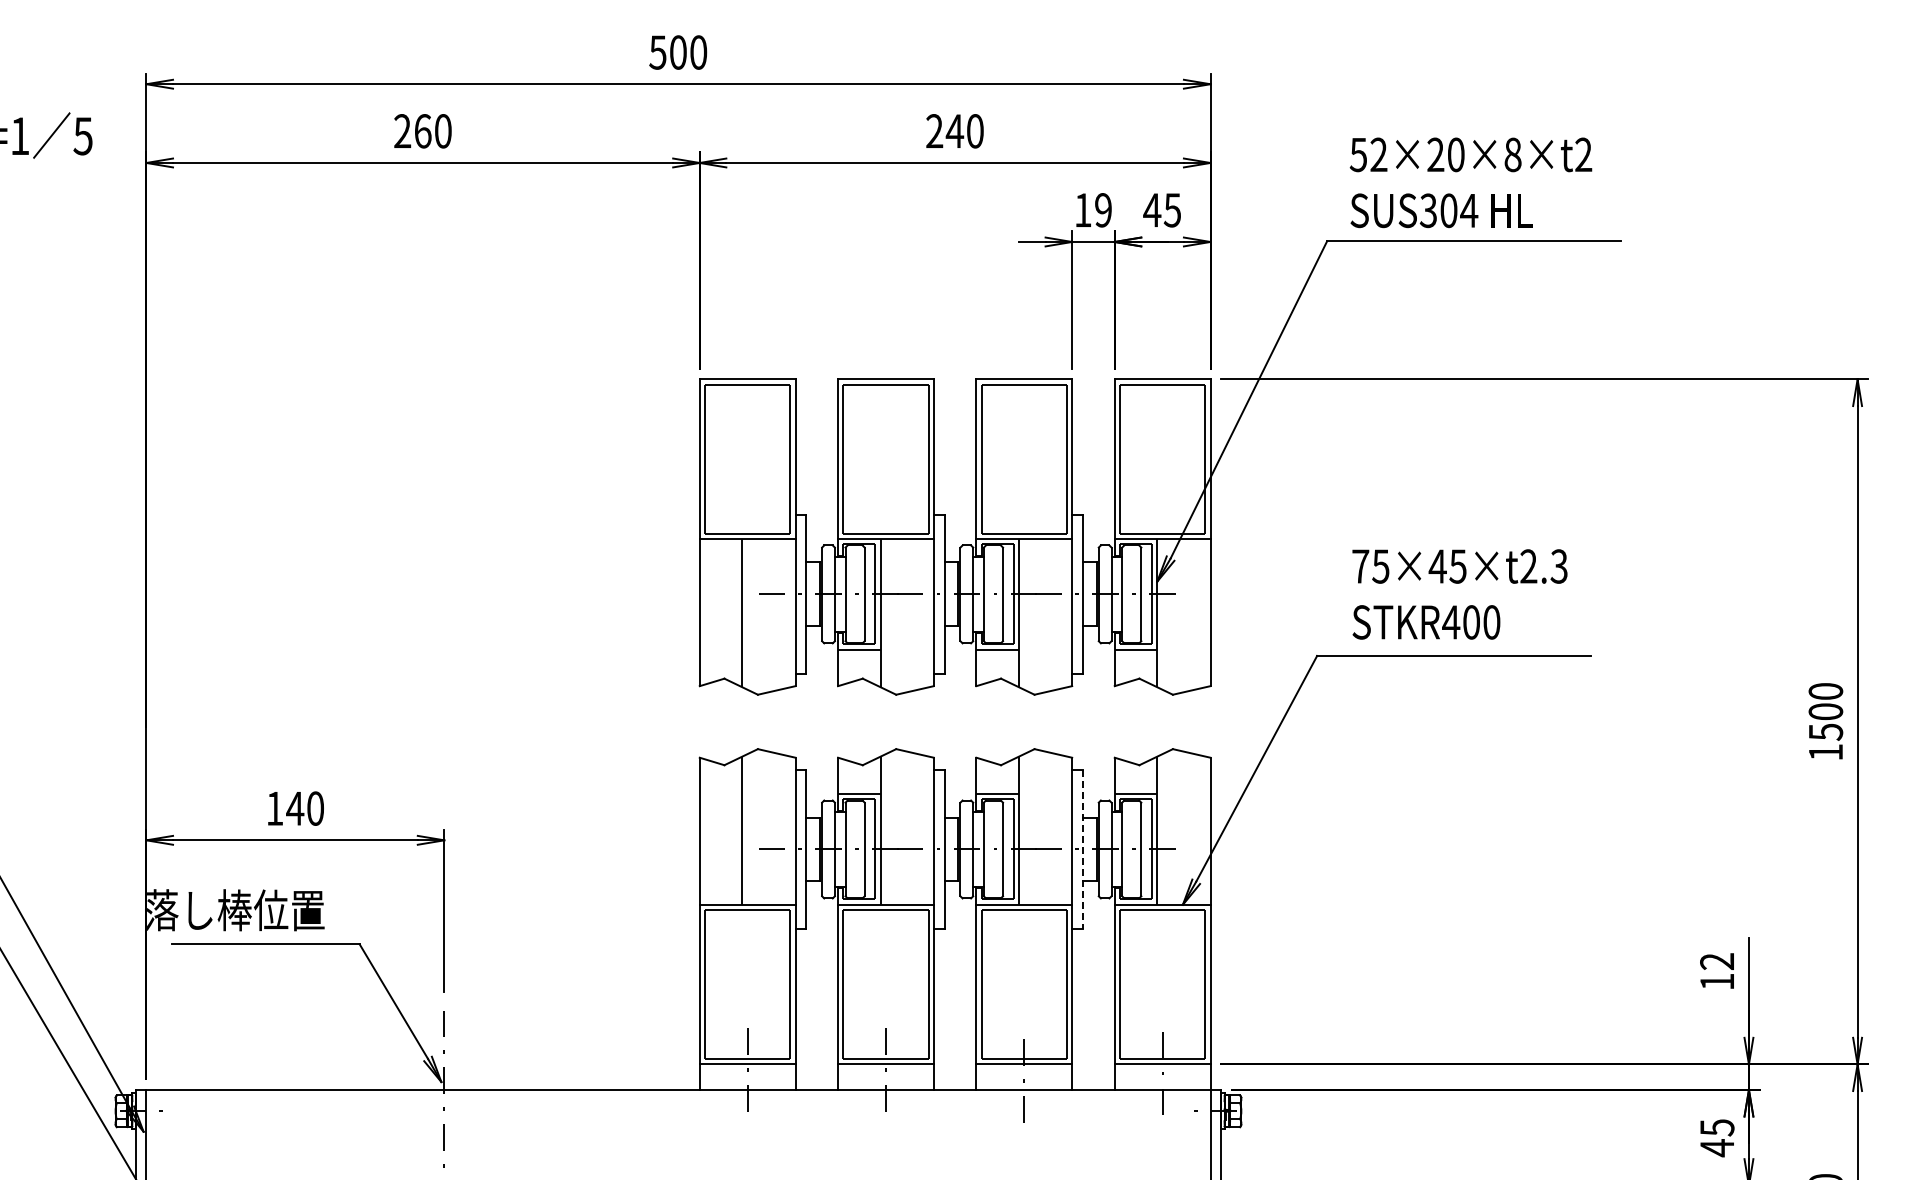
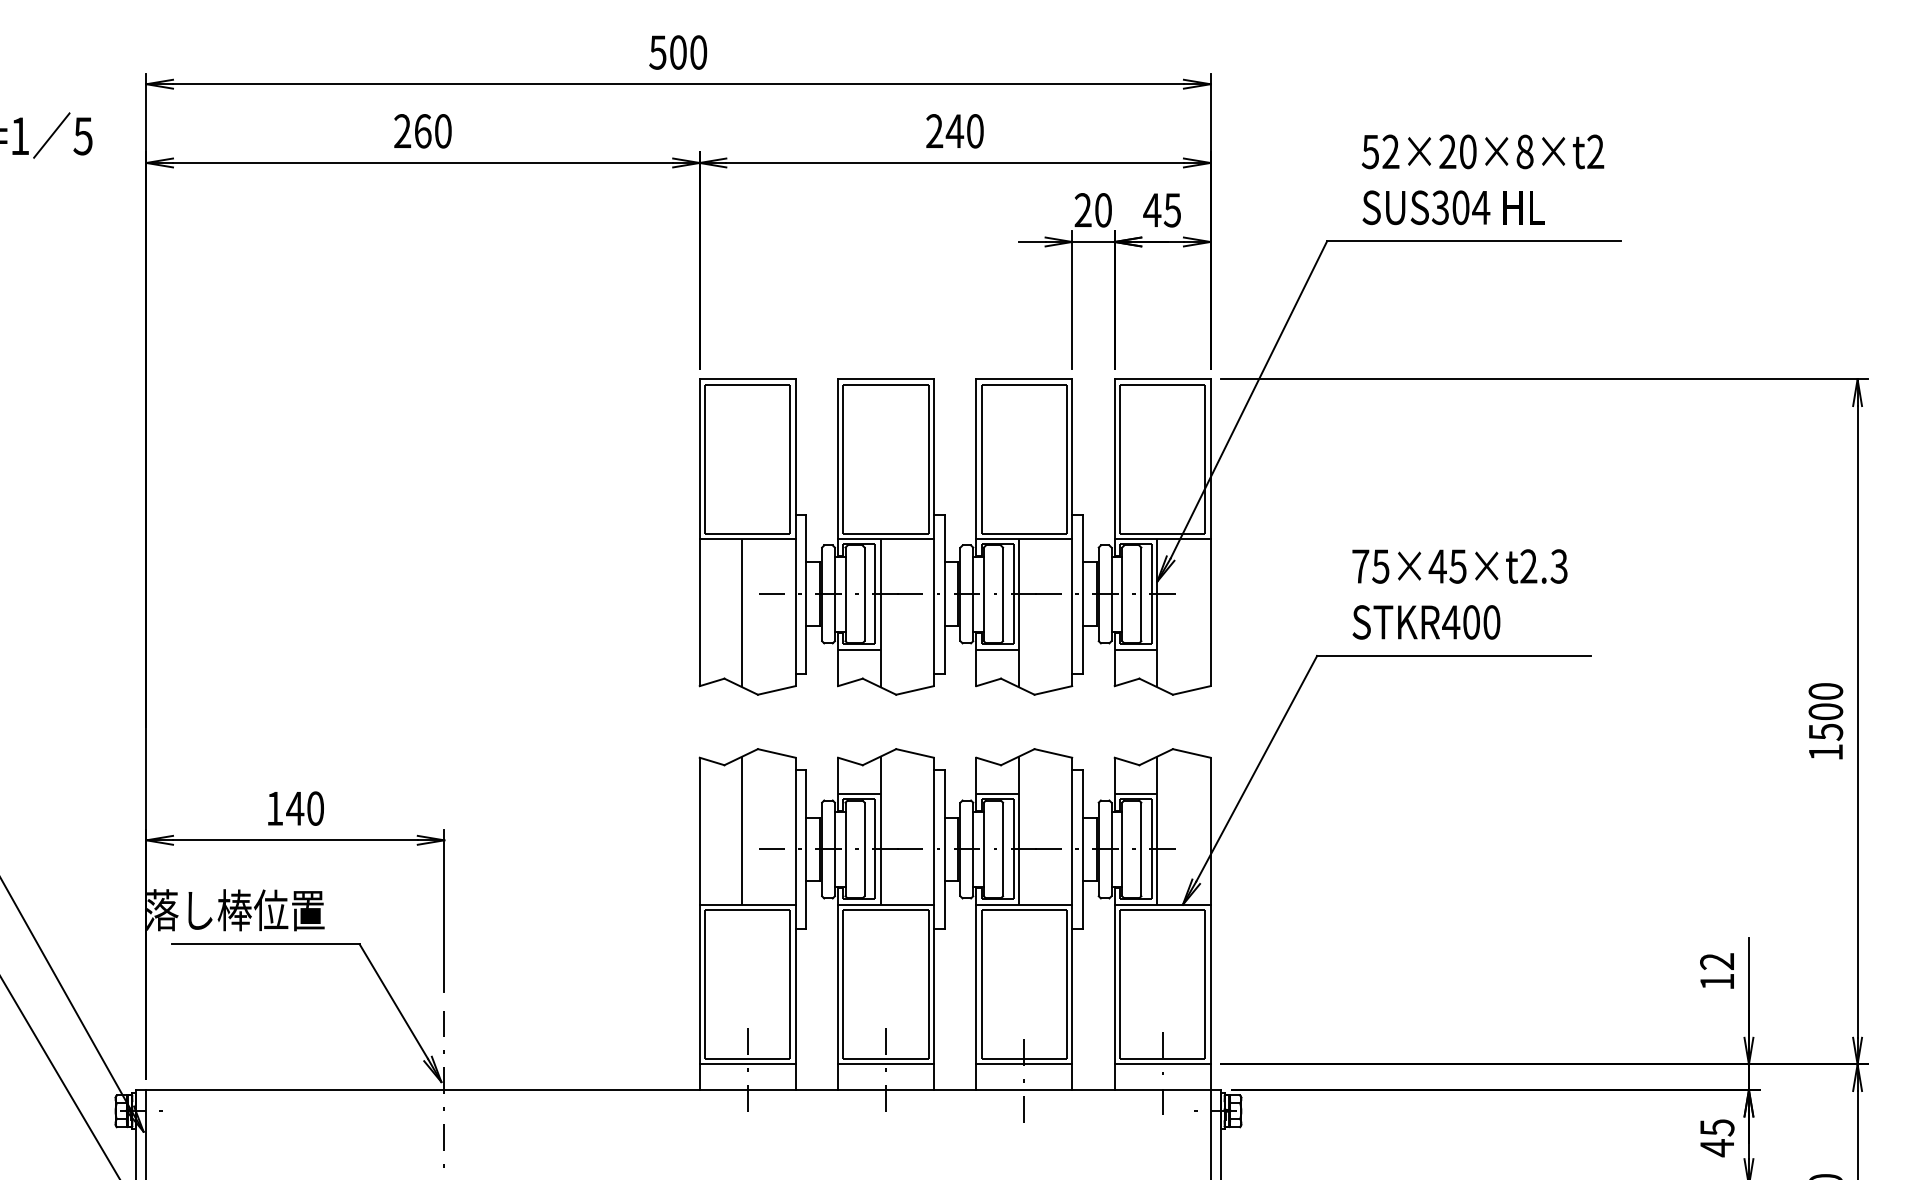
text at (1470, 182) position: (1470, 182) -> (1482, 179)
text at (1092, 210): 19 -> 20
line at (1082, 849): dashed -> solid
line at (68, 1064) position: (68, 1064) -> (60, 1077)
